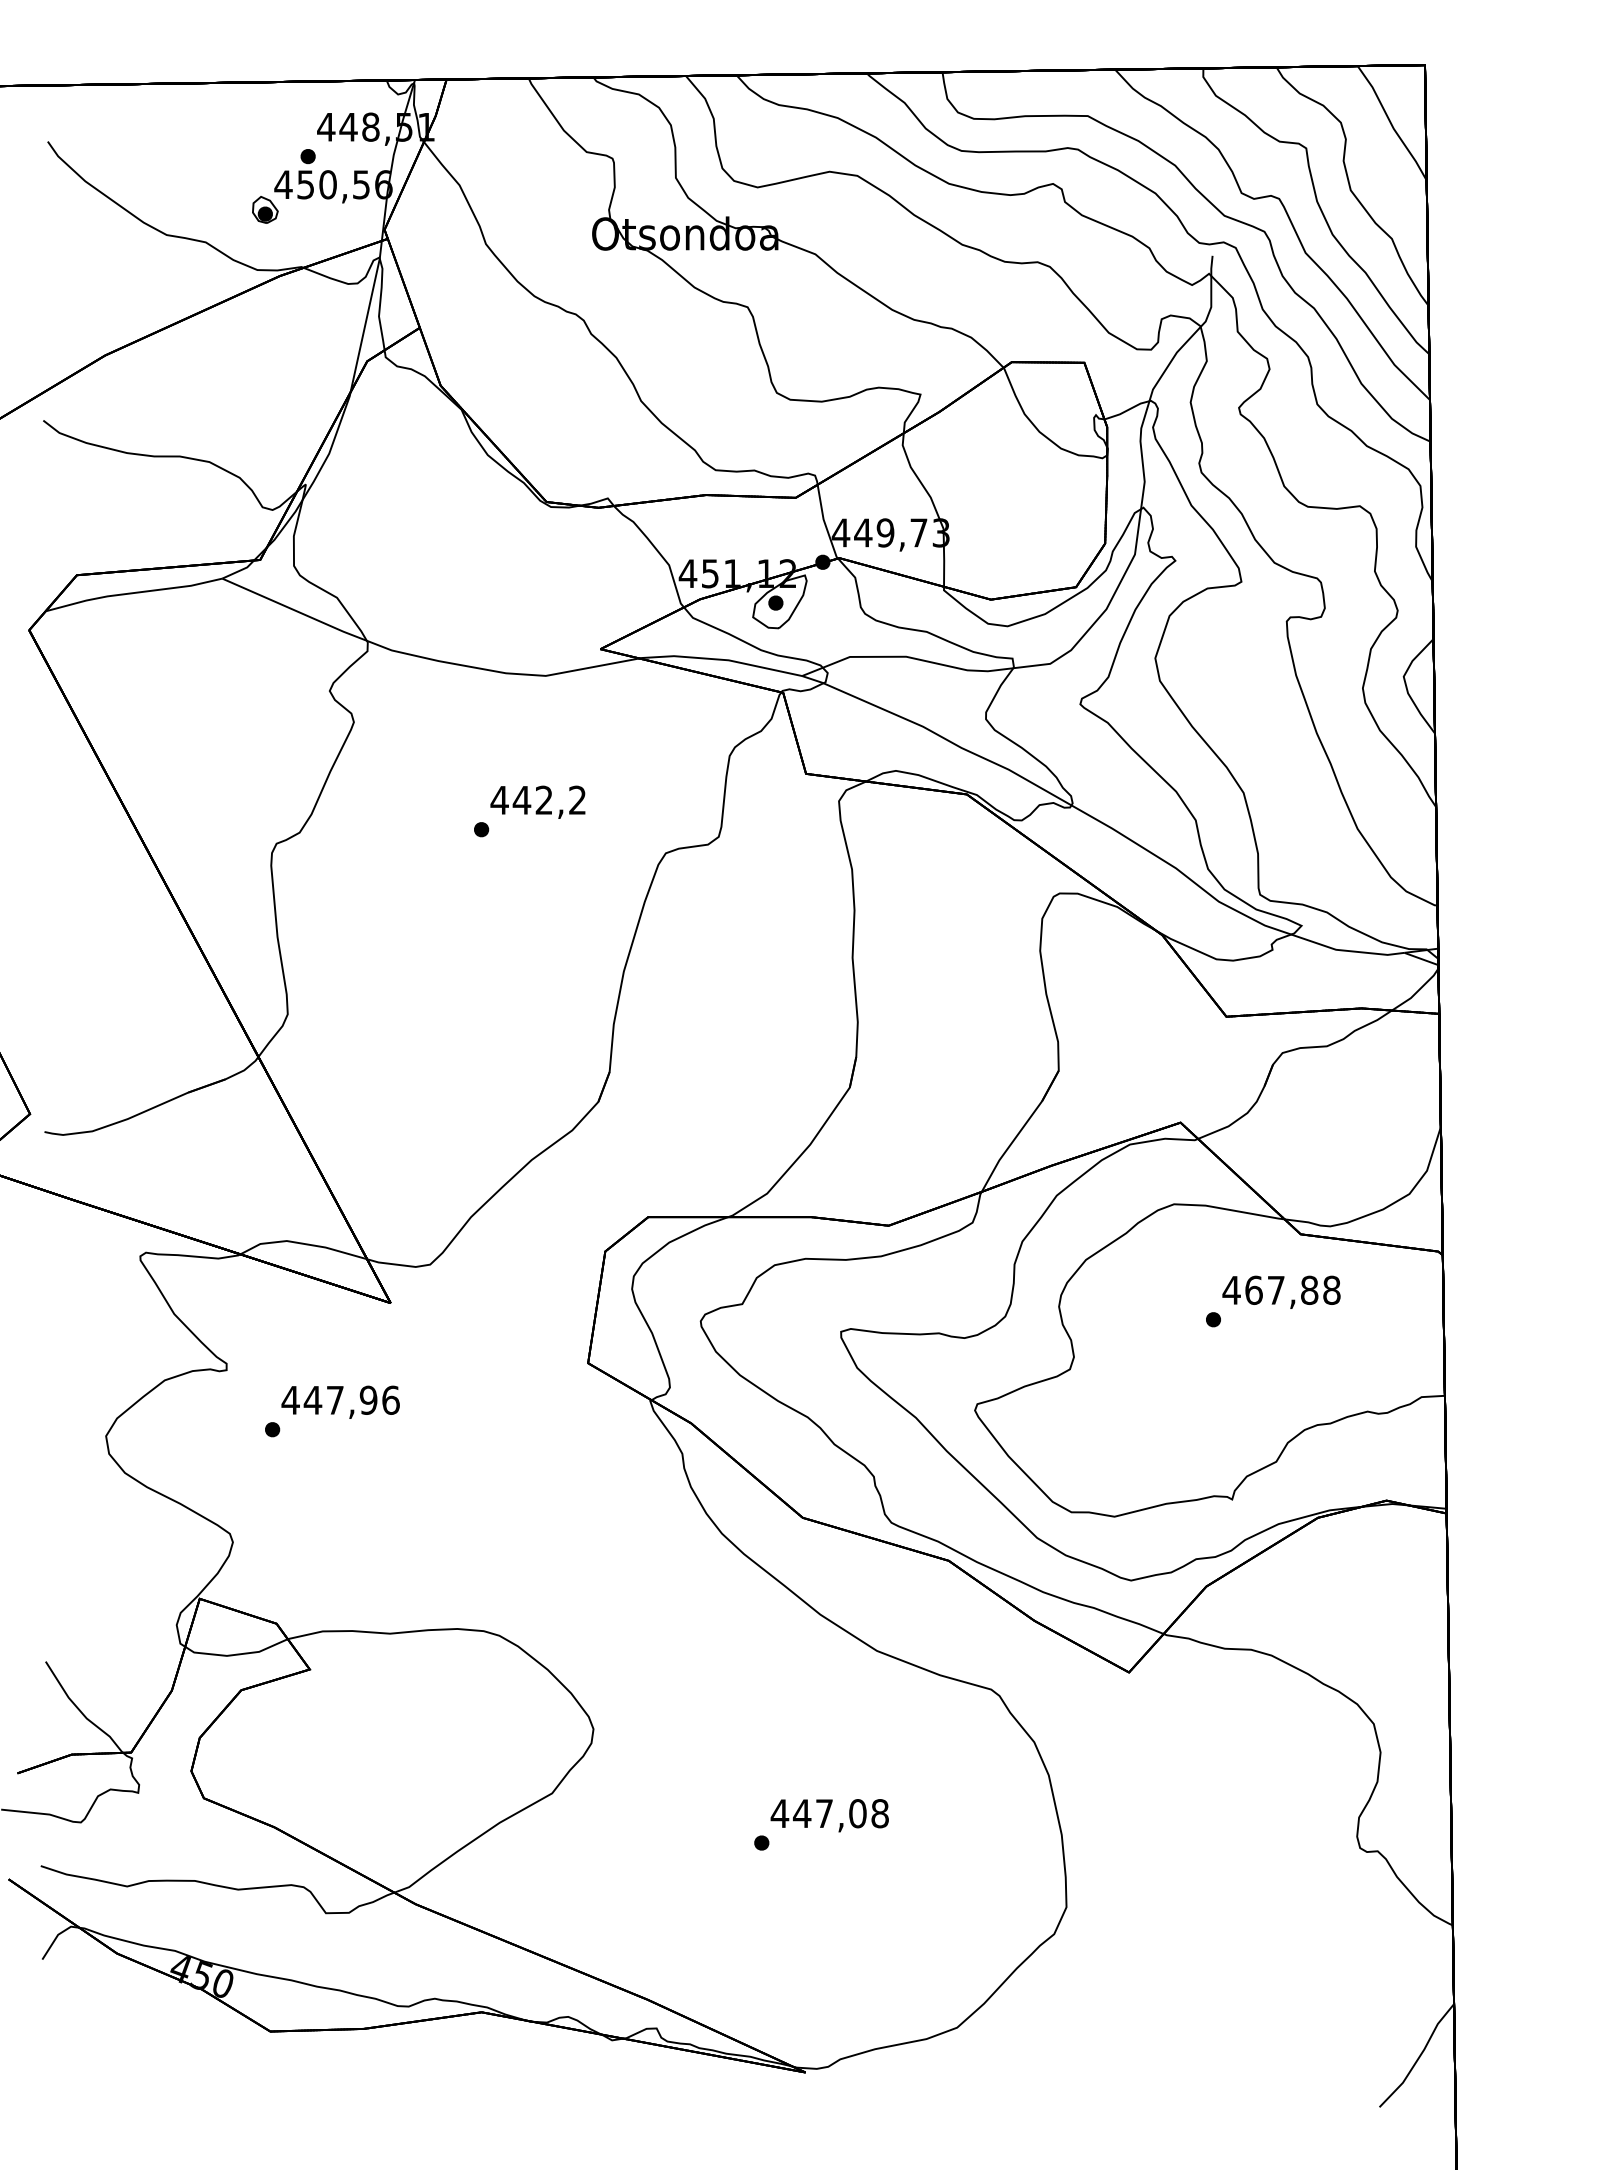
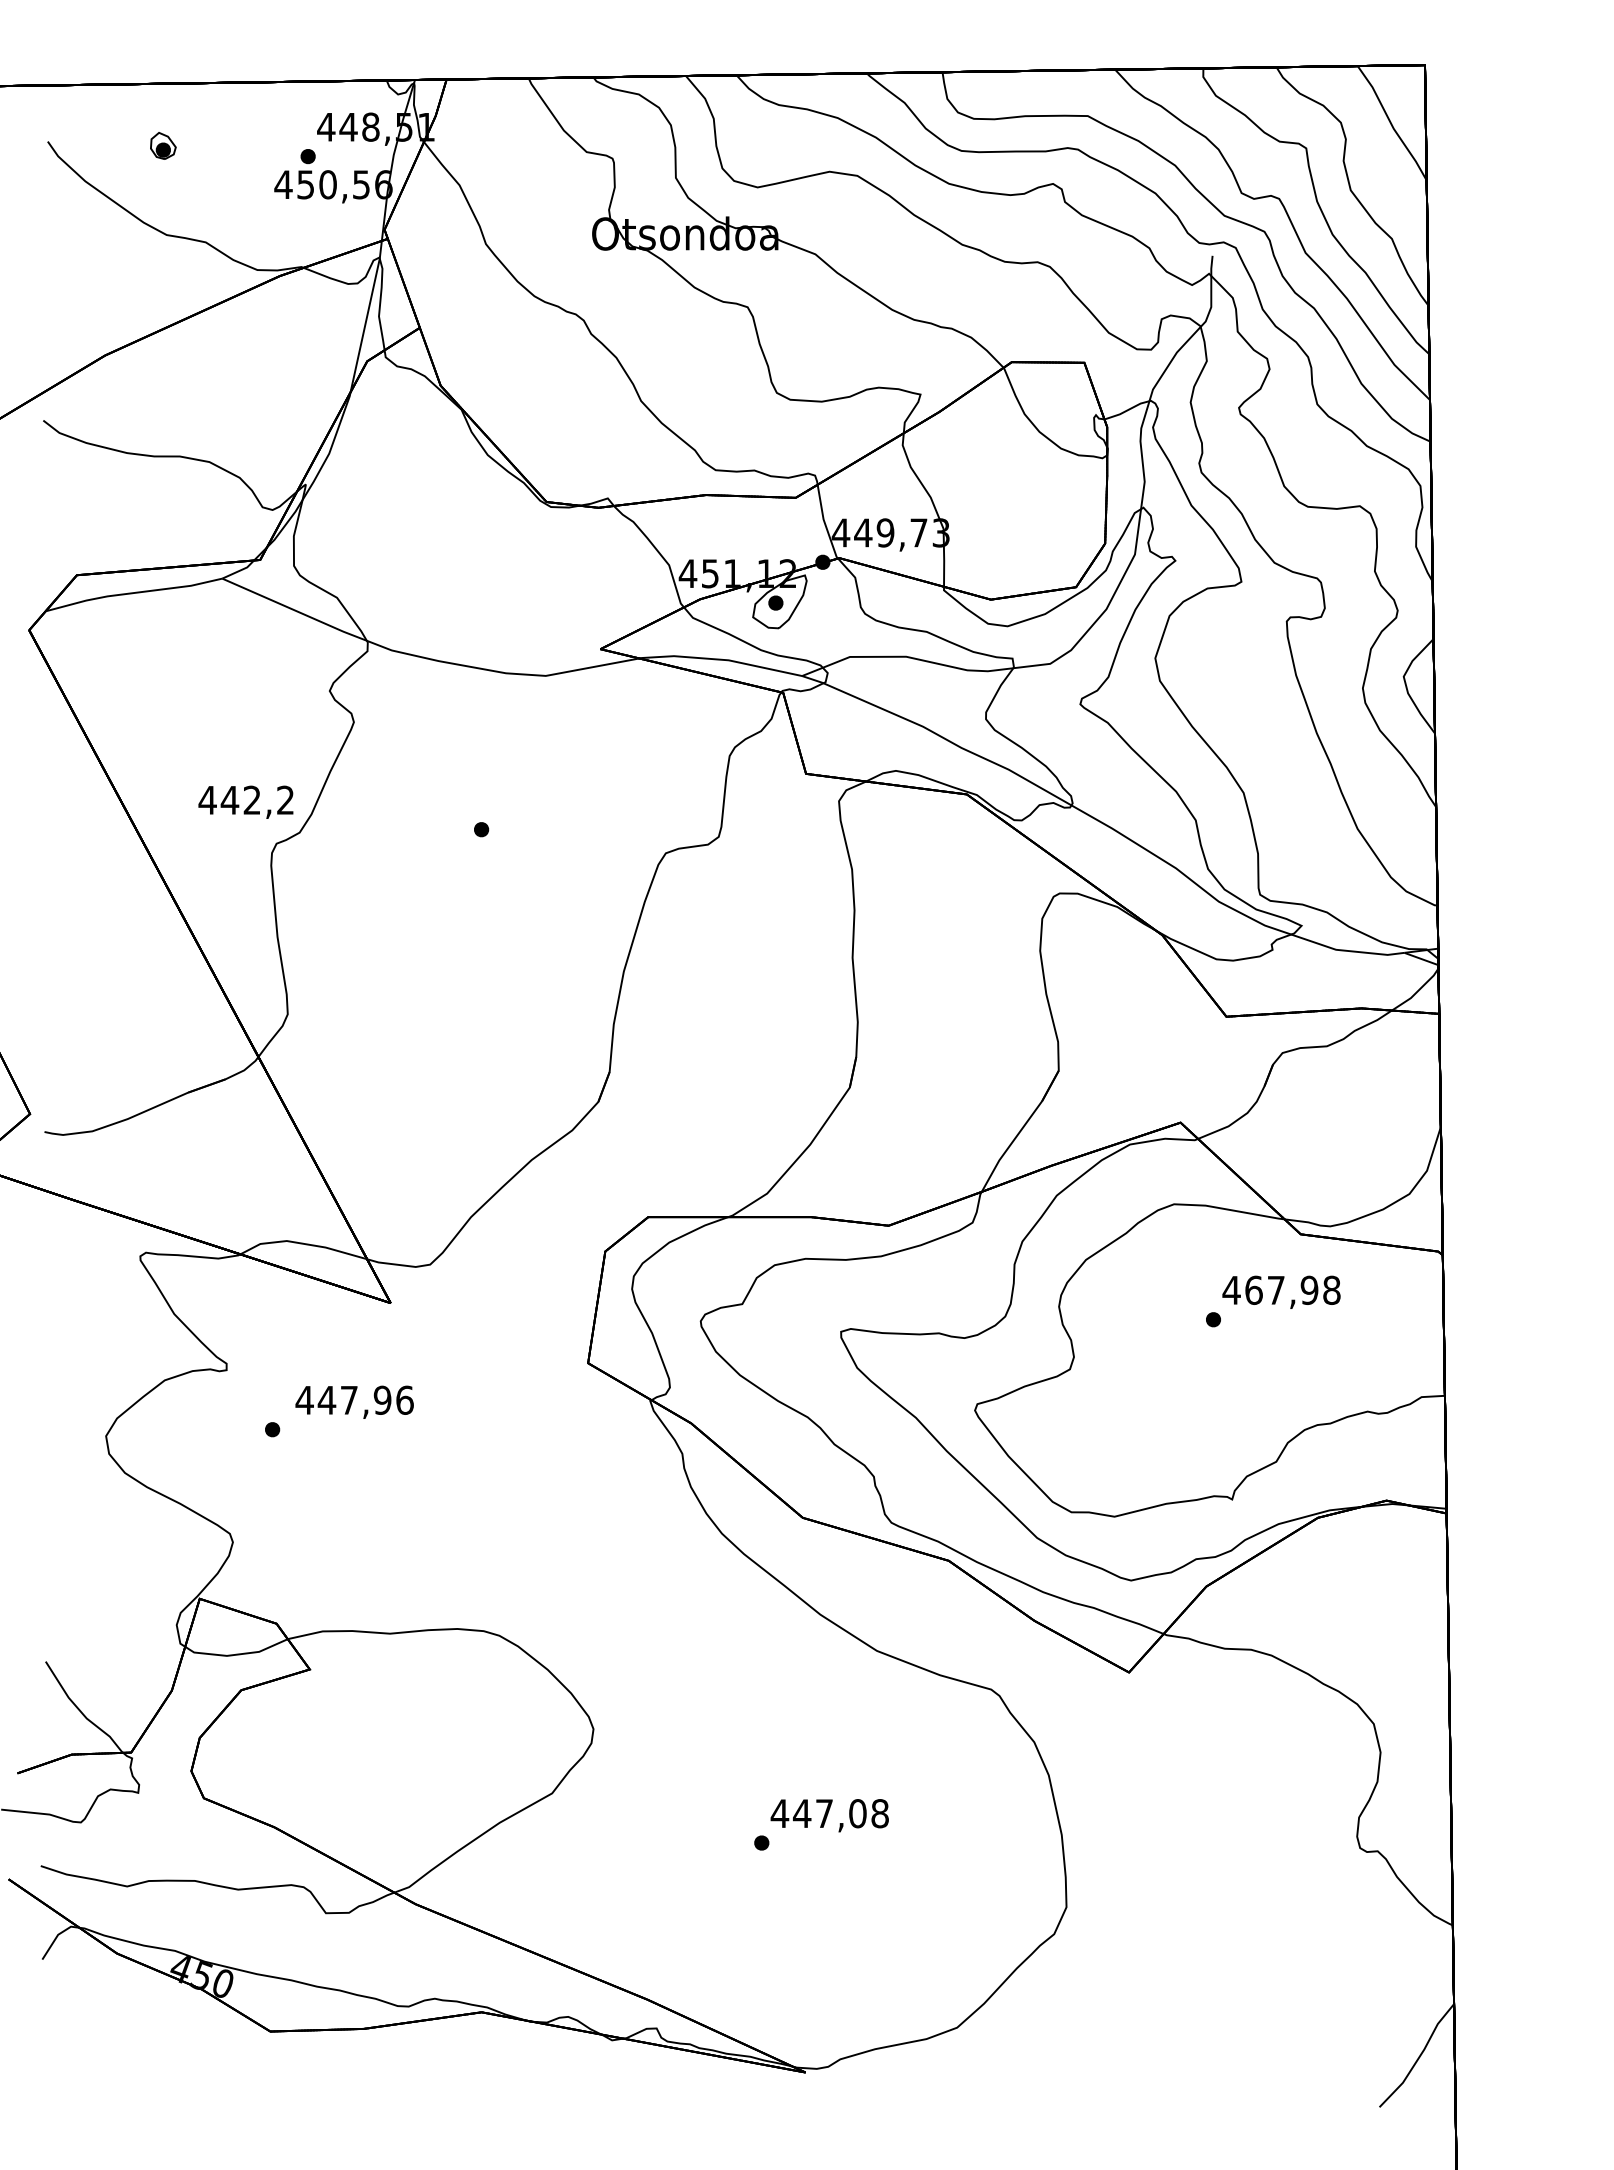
part at (265, 209) position: (265, 209) -> (163, 145)
text at (537, 801) position: (537, 801) -> (245, 801)
text at (1309, 1289): 467,88 -> 467,98
text at (340, 1401) position: (340, 1401) -> (354, 1401)
